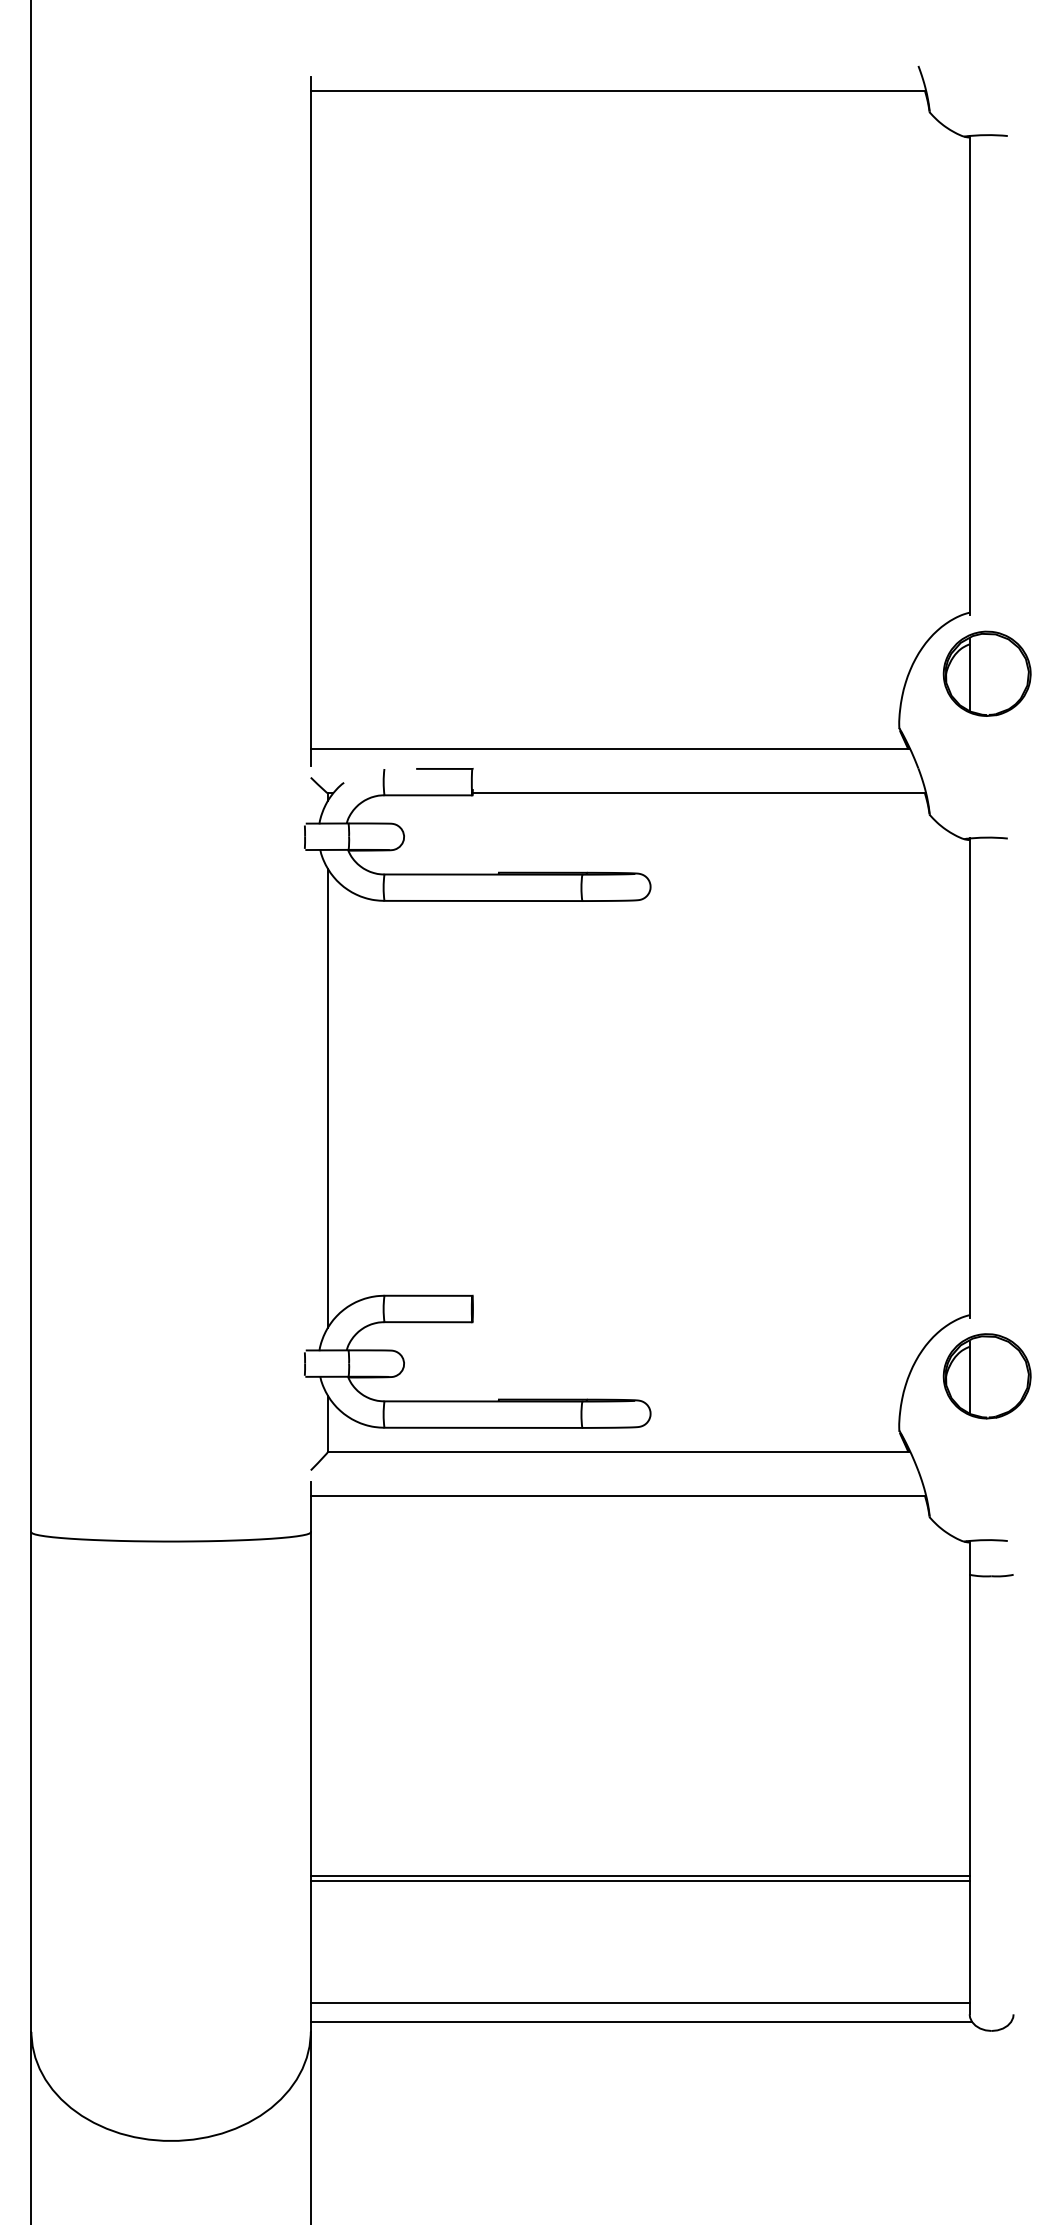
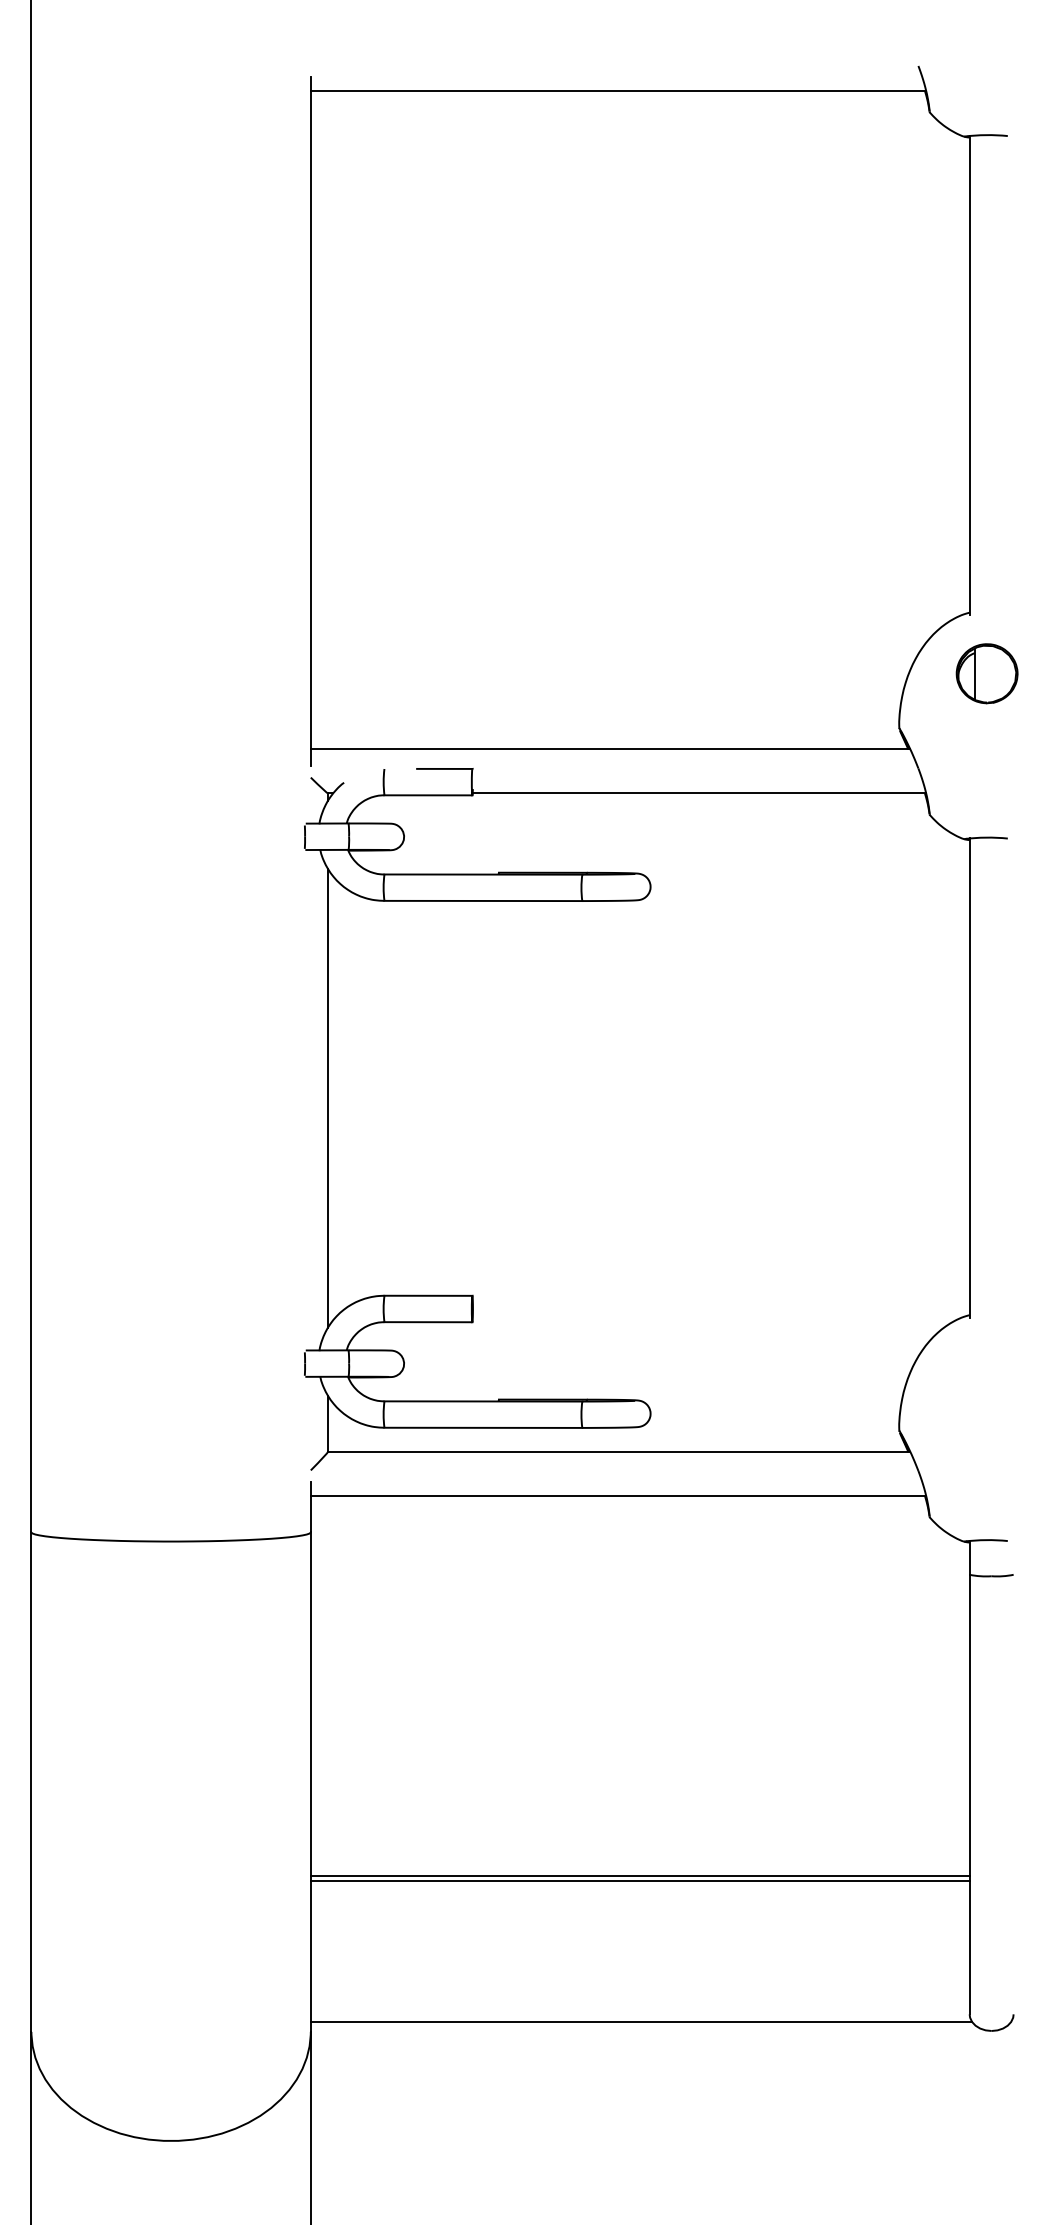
part at (986, 673) size: 90x87 px -> 64x62 px
part at (986, 1376): present -> none
line at (639, 2003): present -> none
